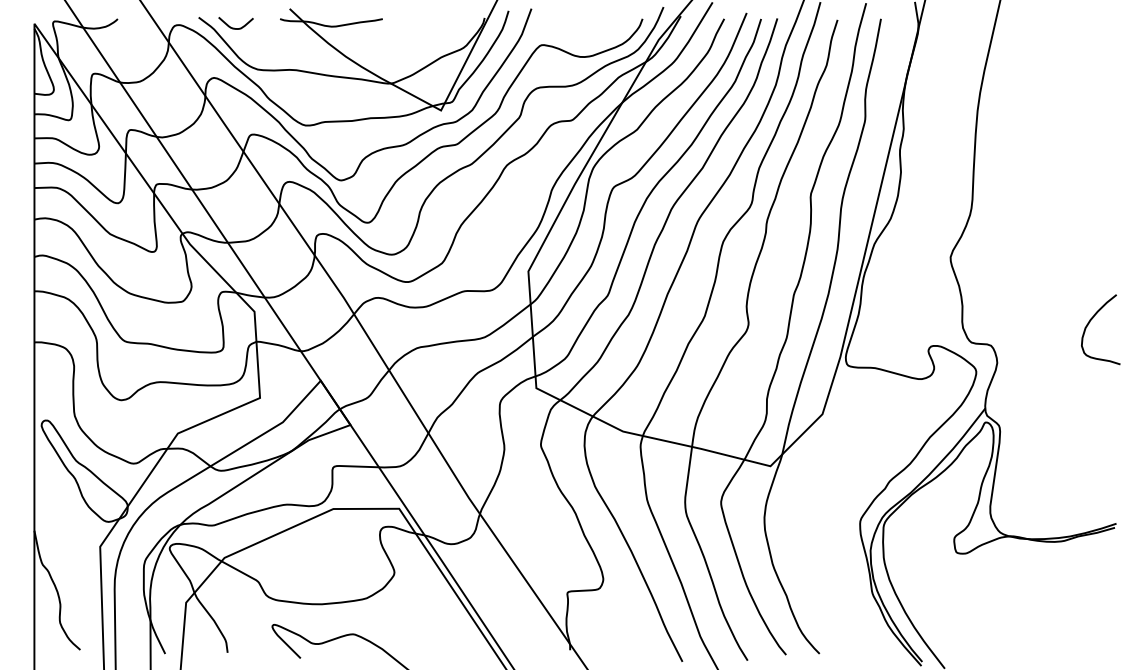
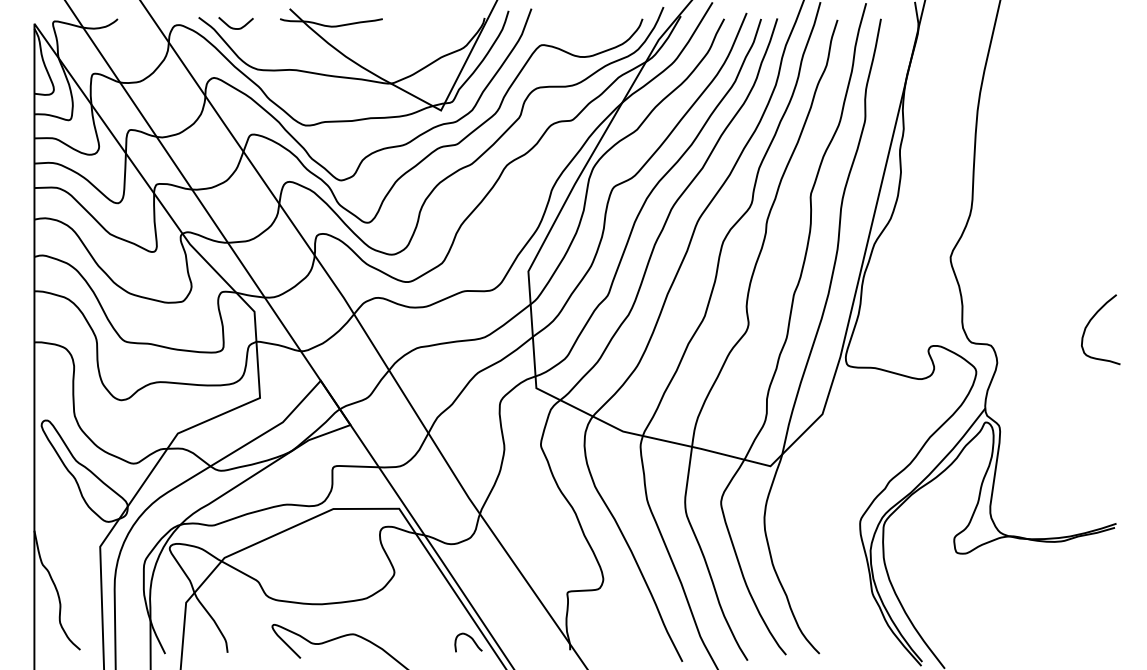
curve at (471, 639): none -> present
